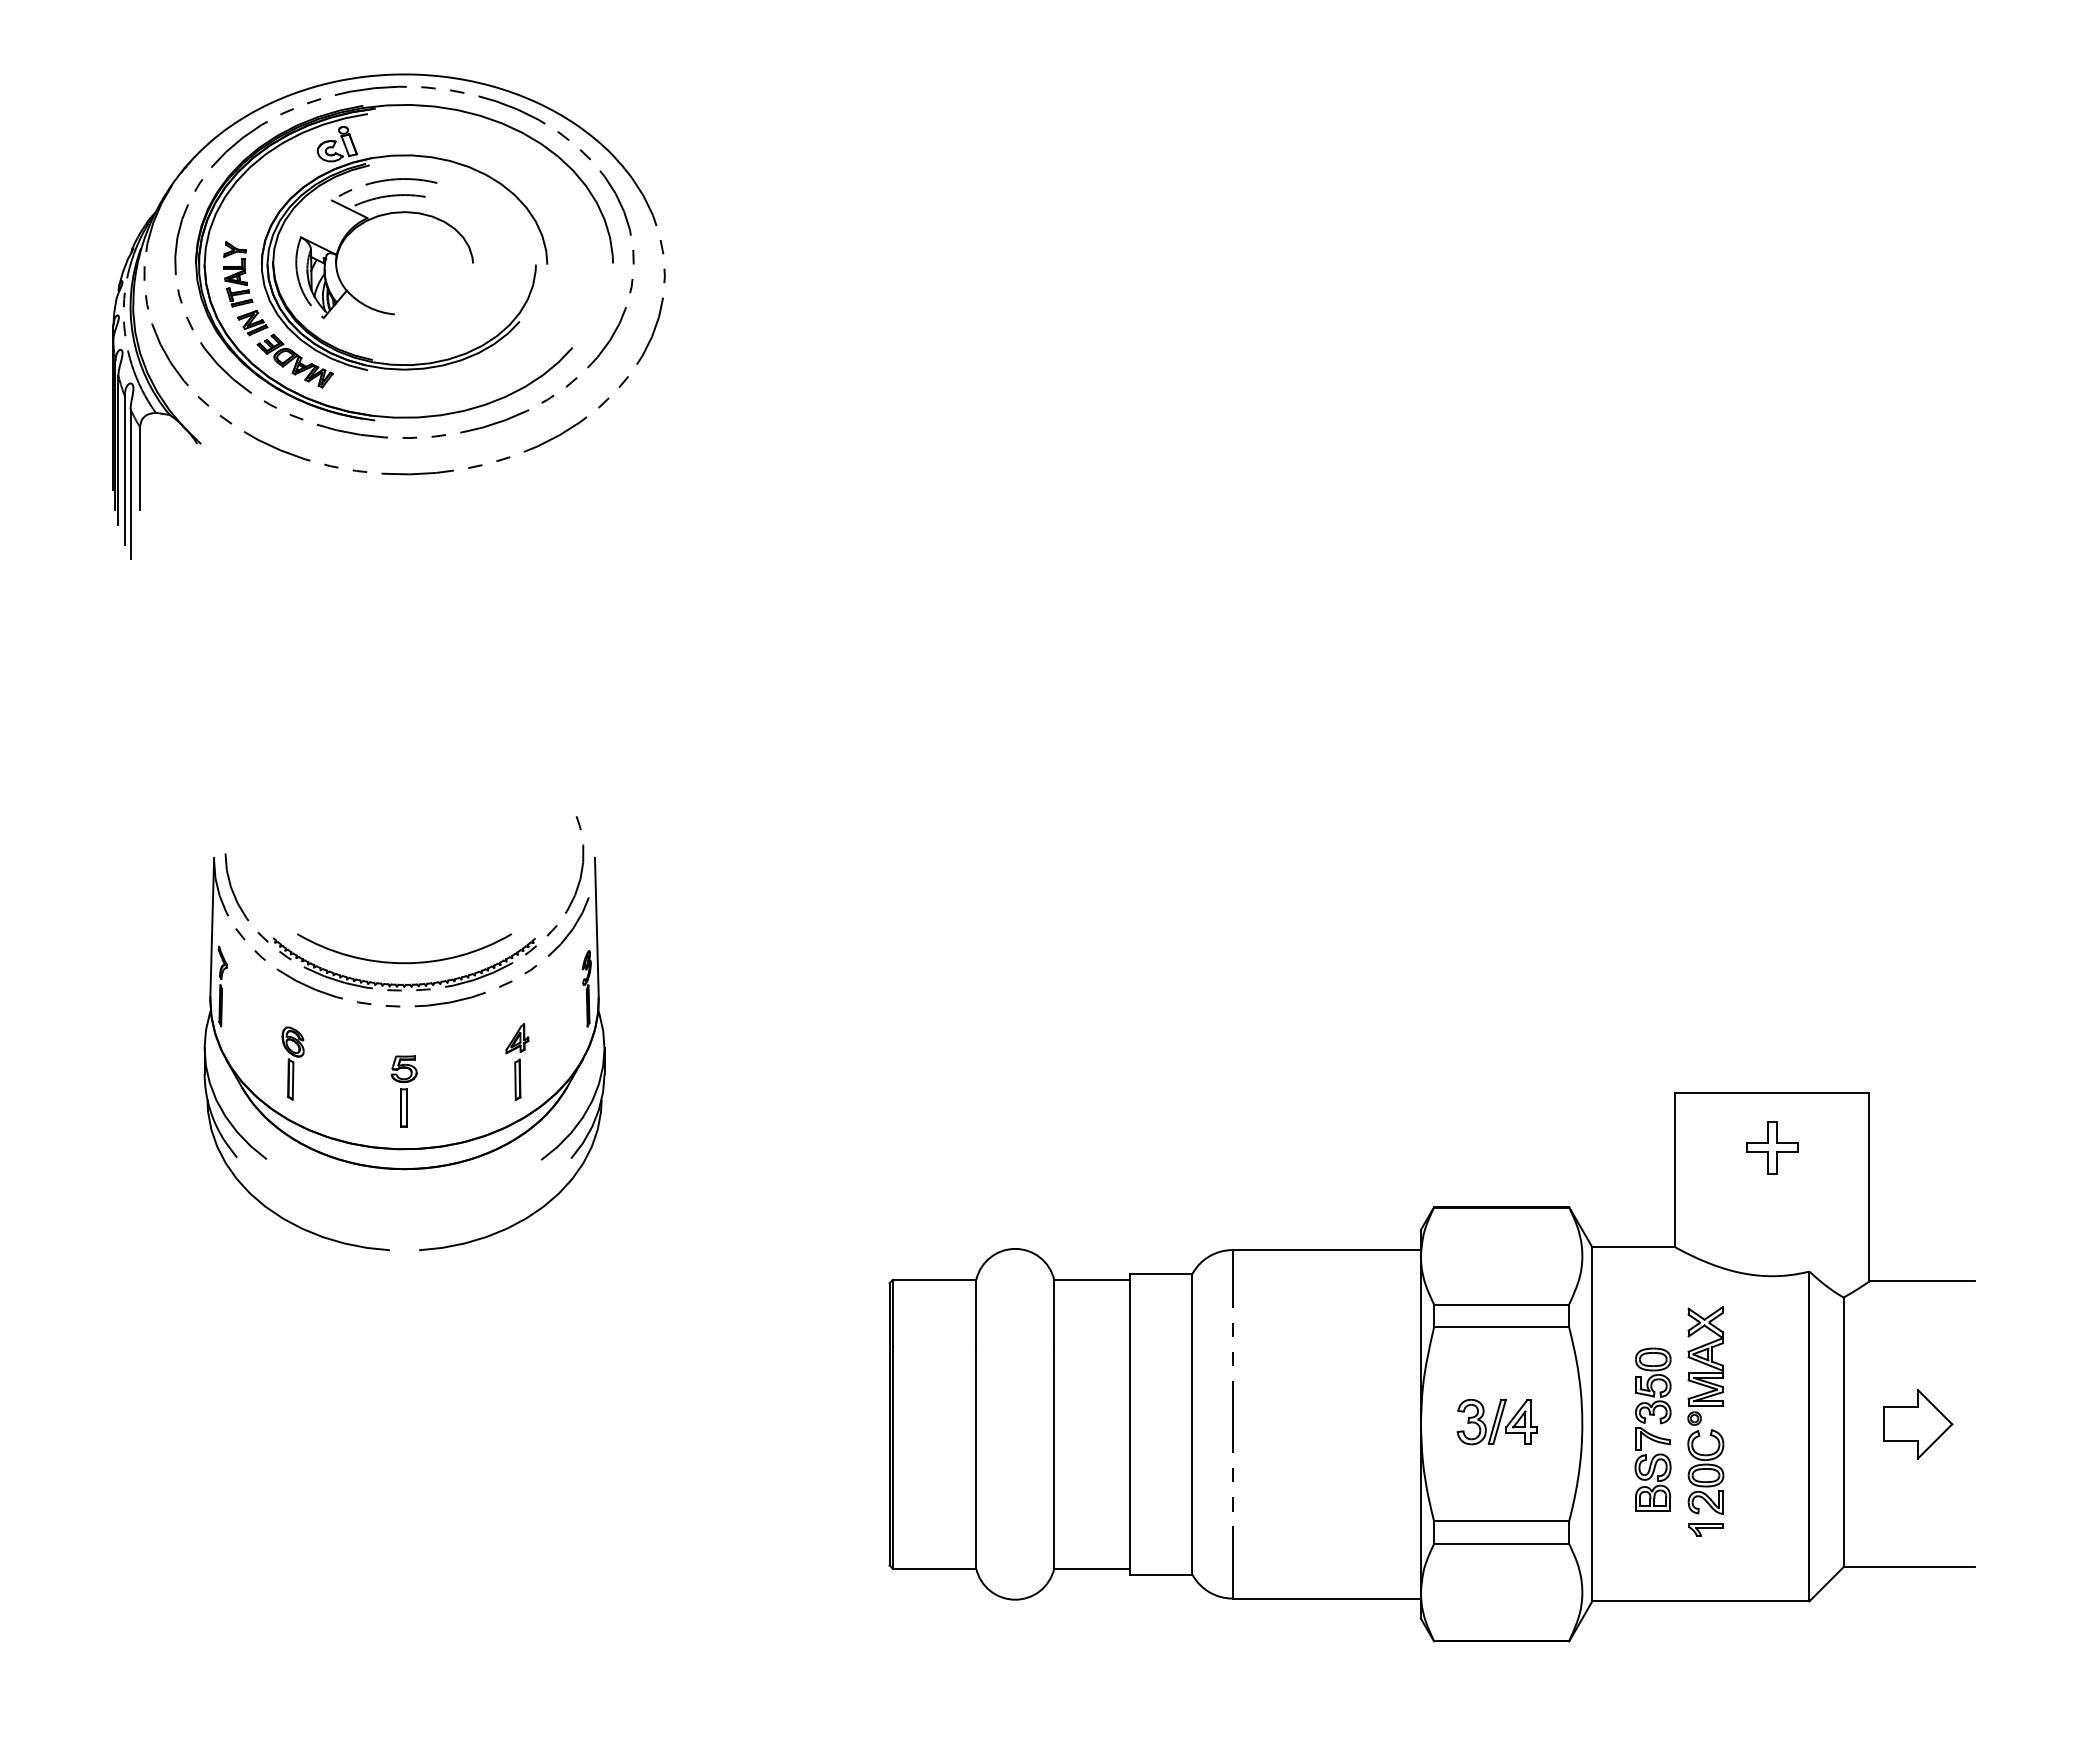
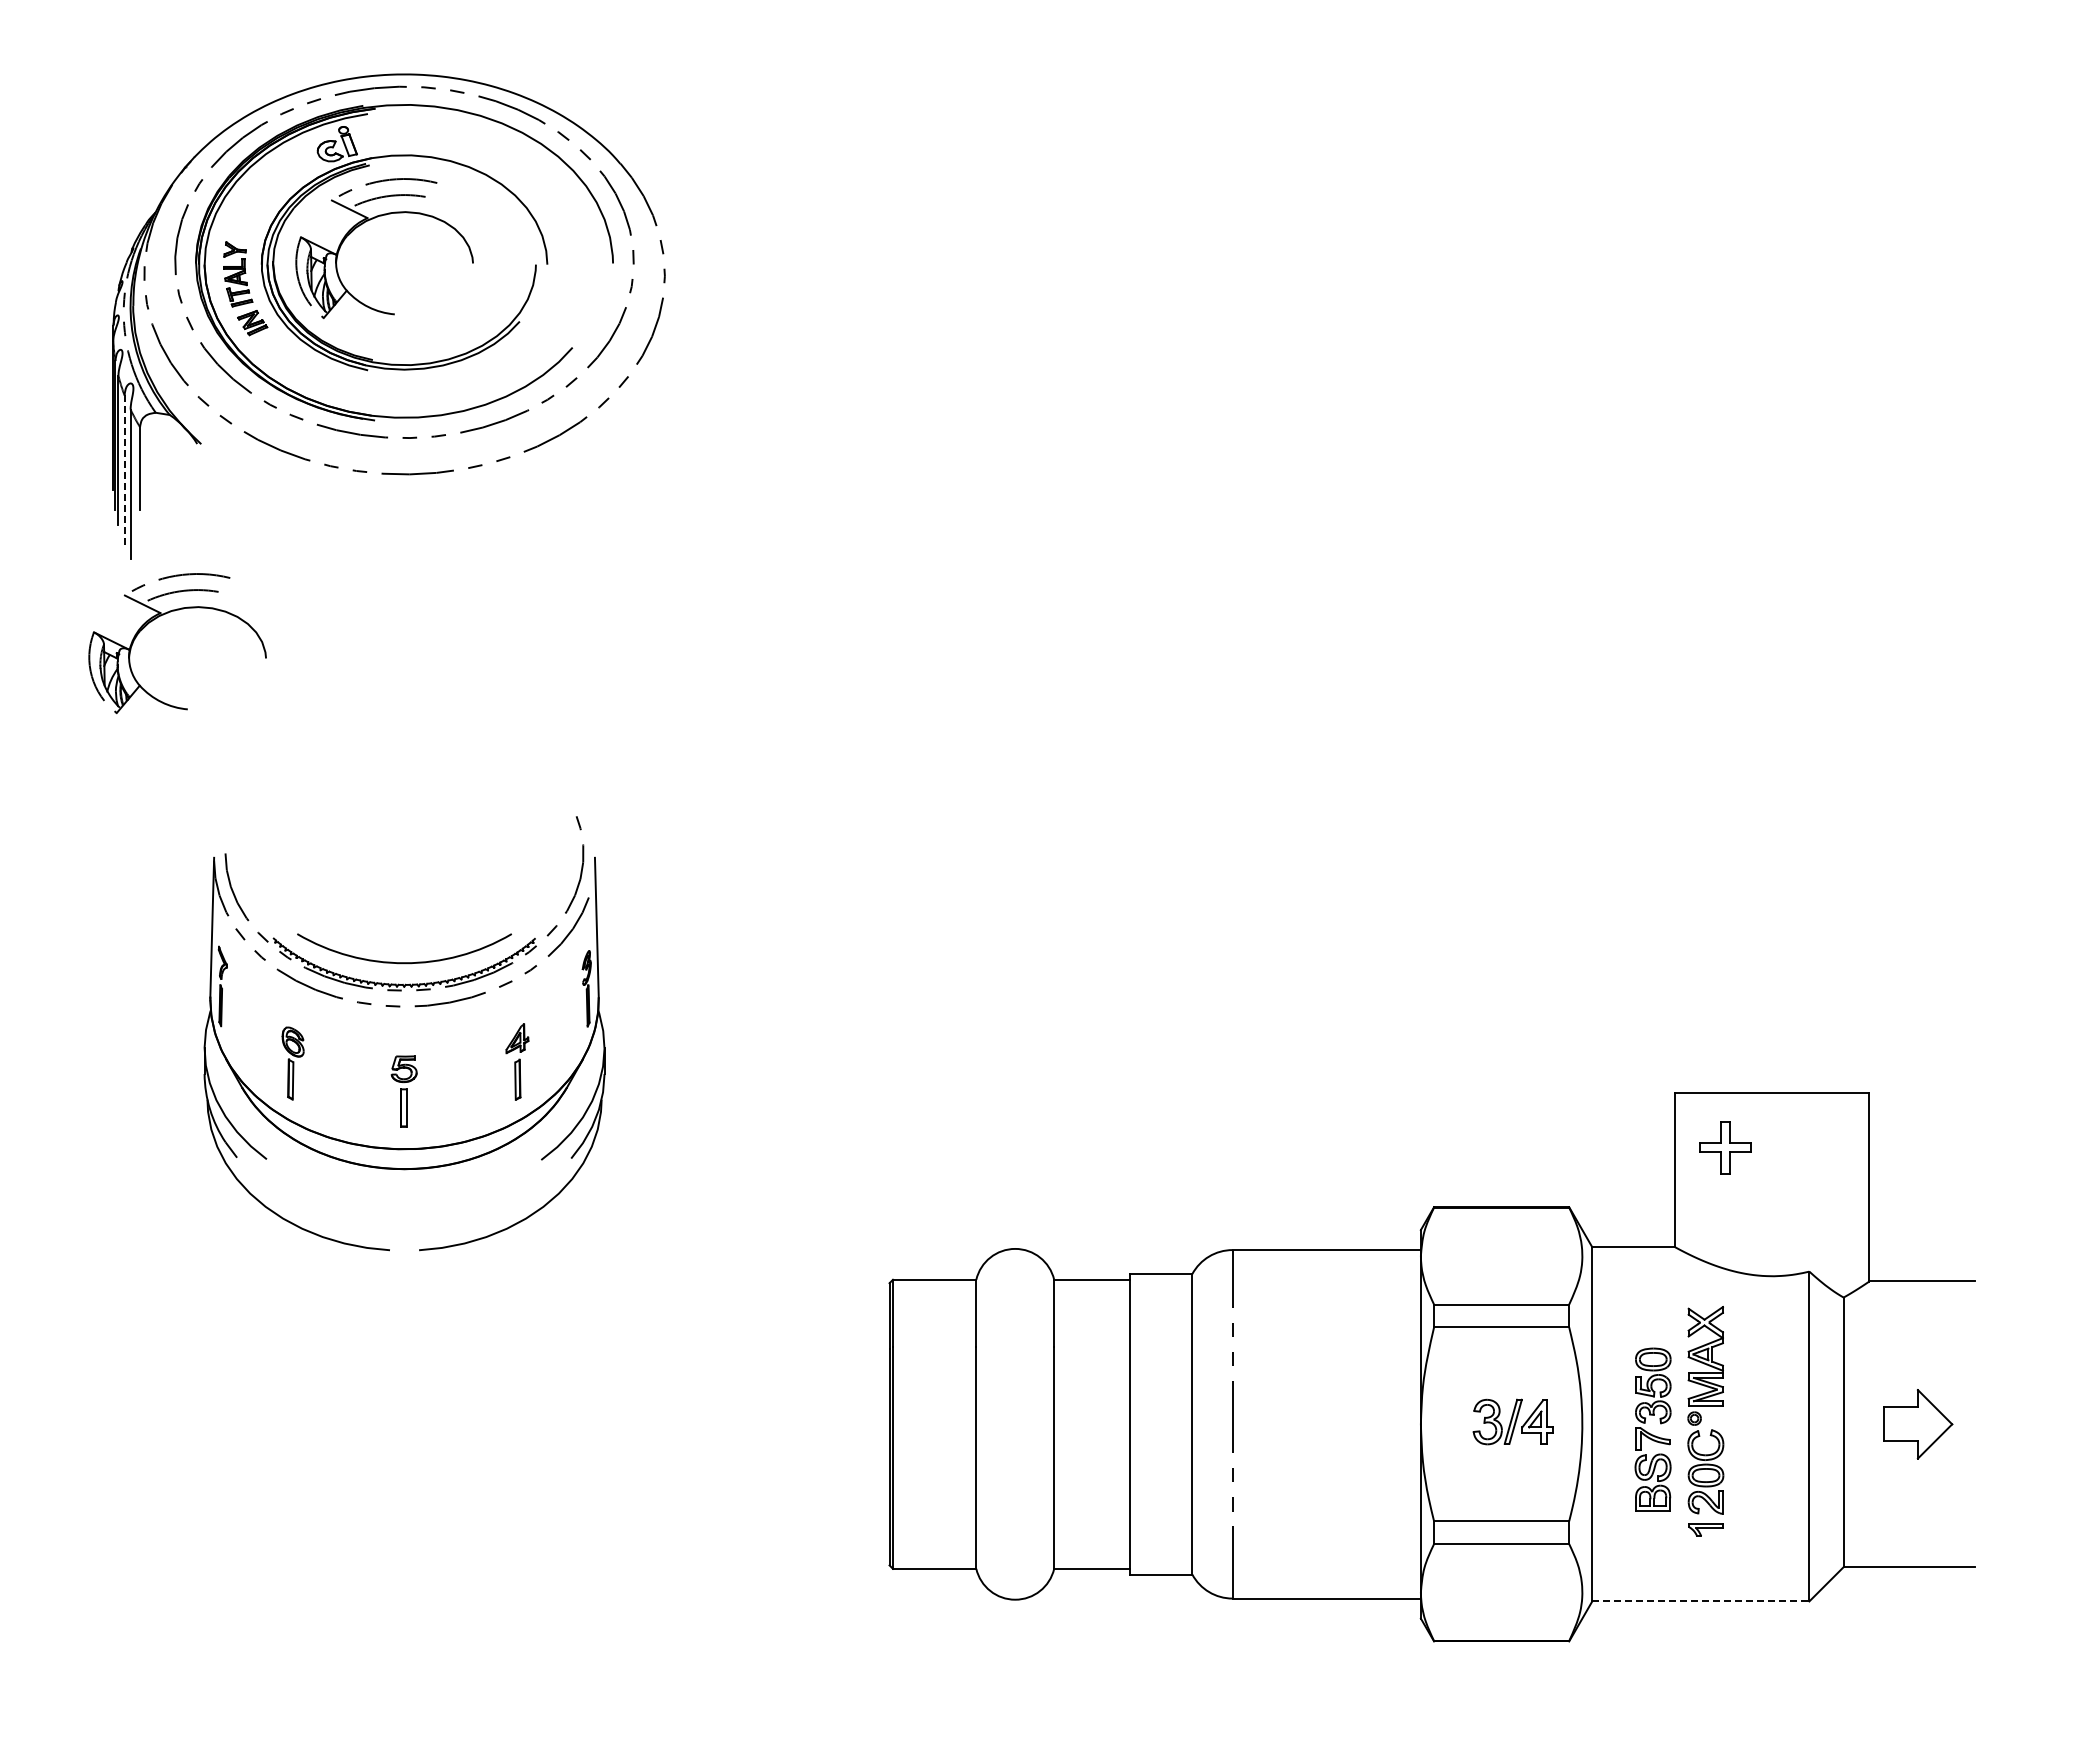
part at (294, 360): present -> none
line at (124, 469): solid -> dashed
part at (163, 615): none -> present
part at (1772, 1147) position: (1772, 1147) -> (1725, 1147)
part at (1496, 1421) position: (1496, 1421) -> (1512, 1421)
line at (1700, 1601): solid -> dashed
